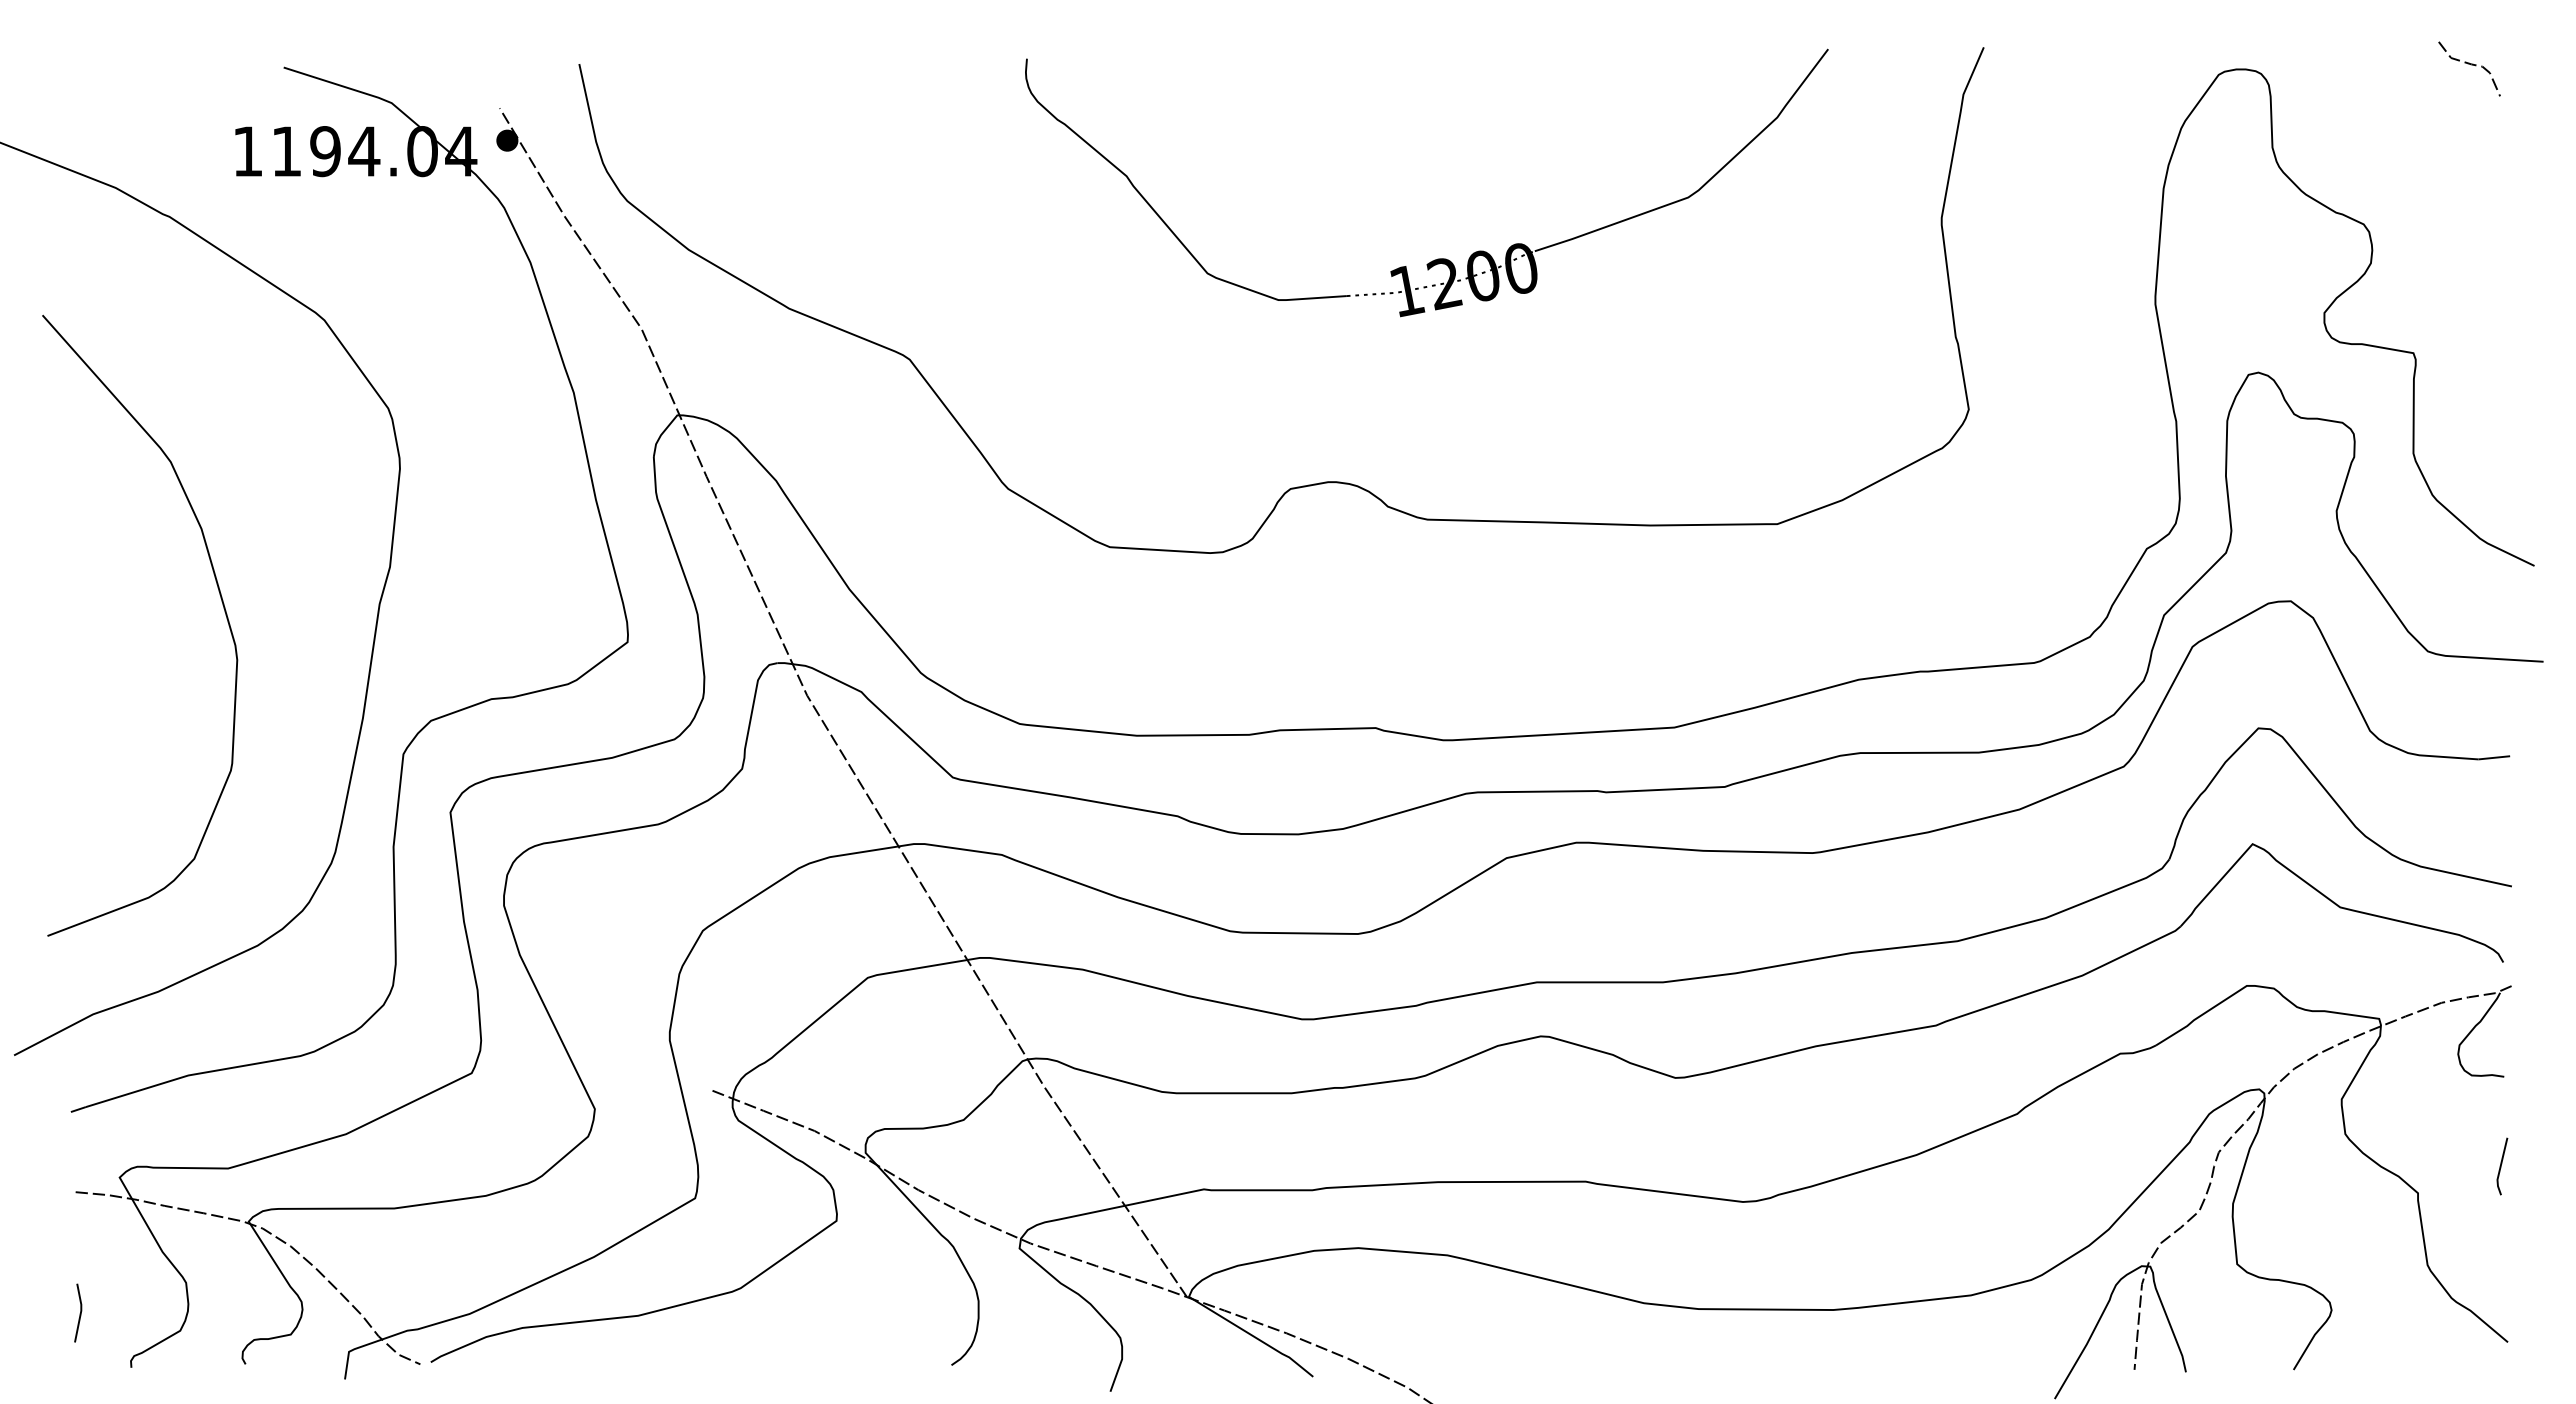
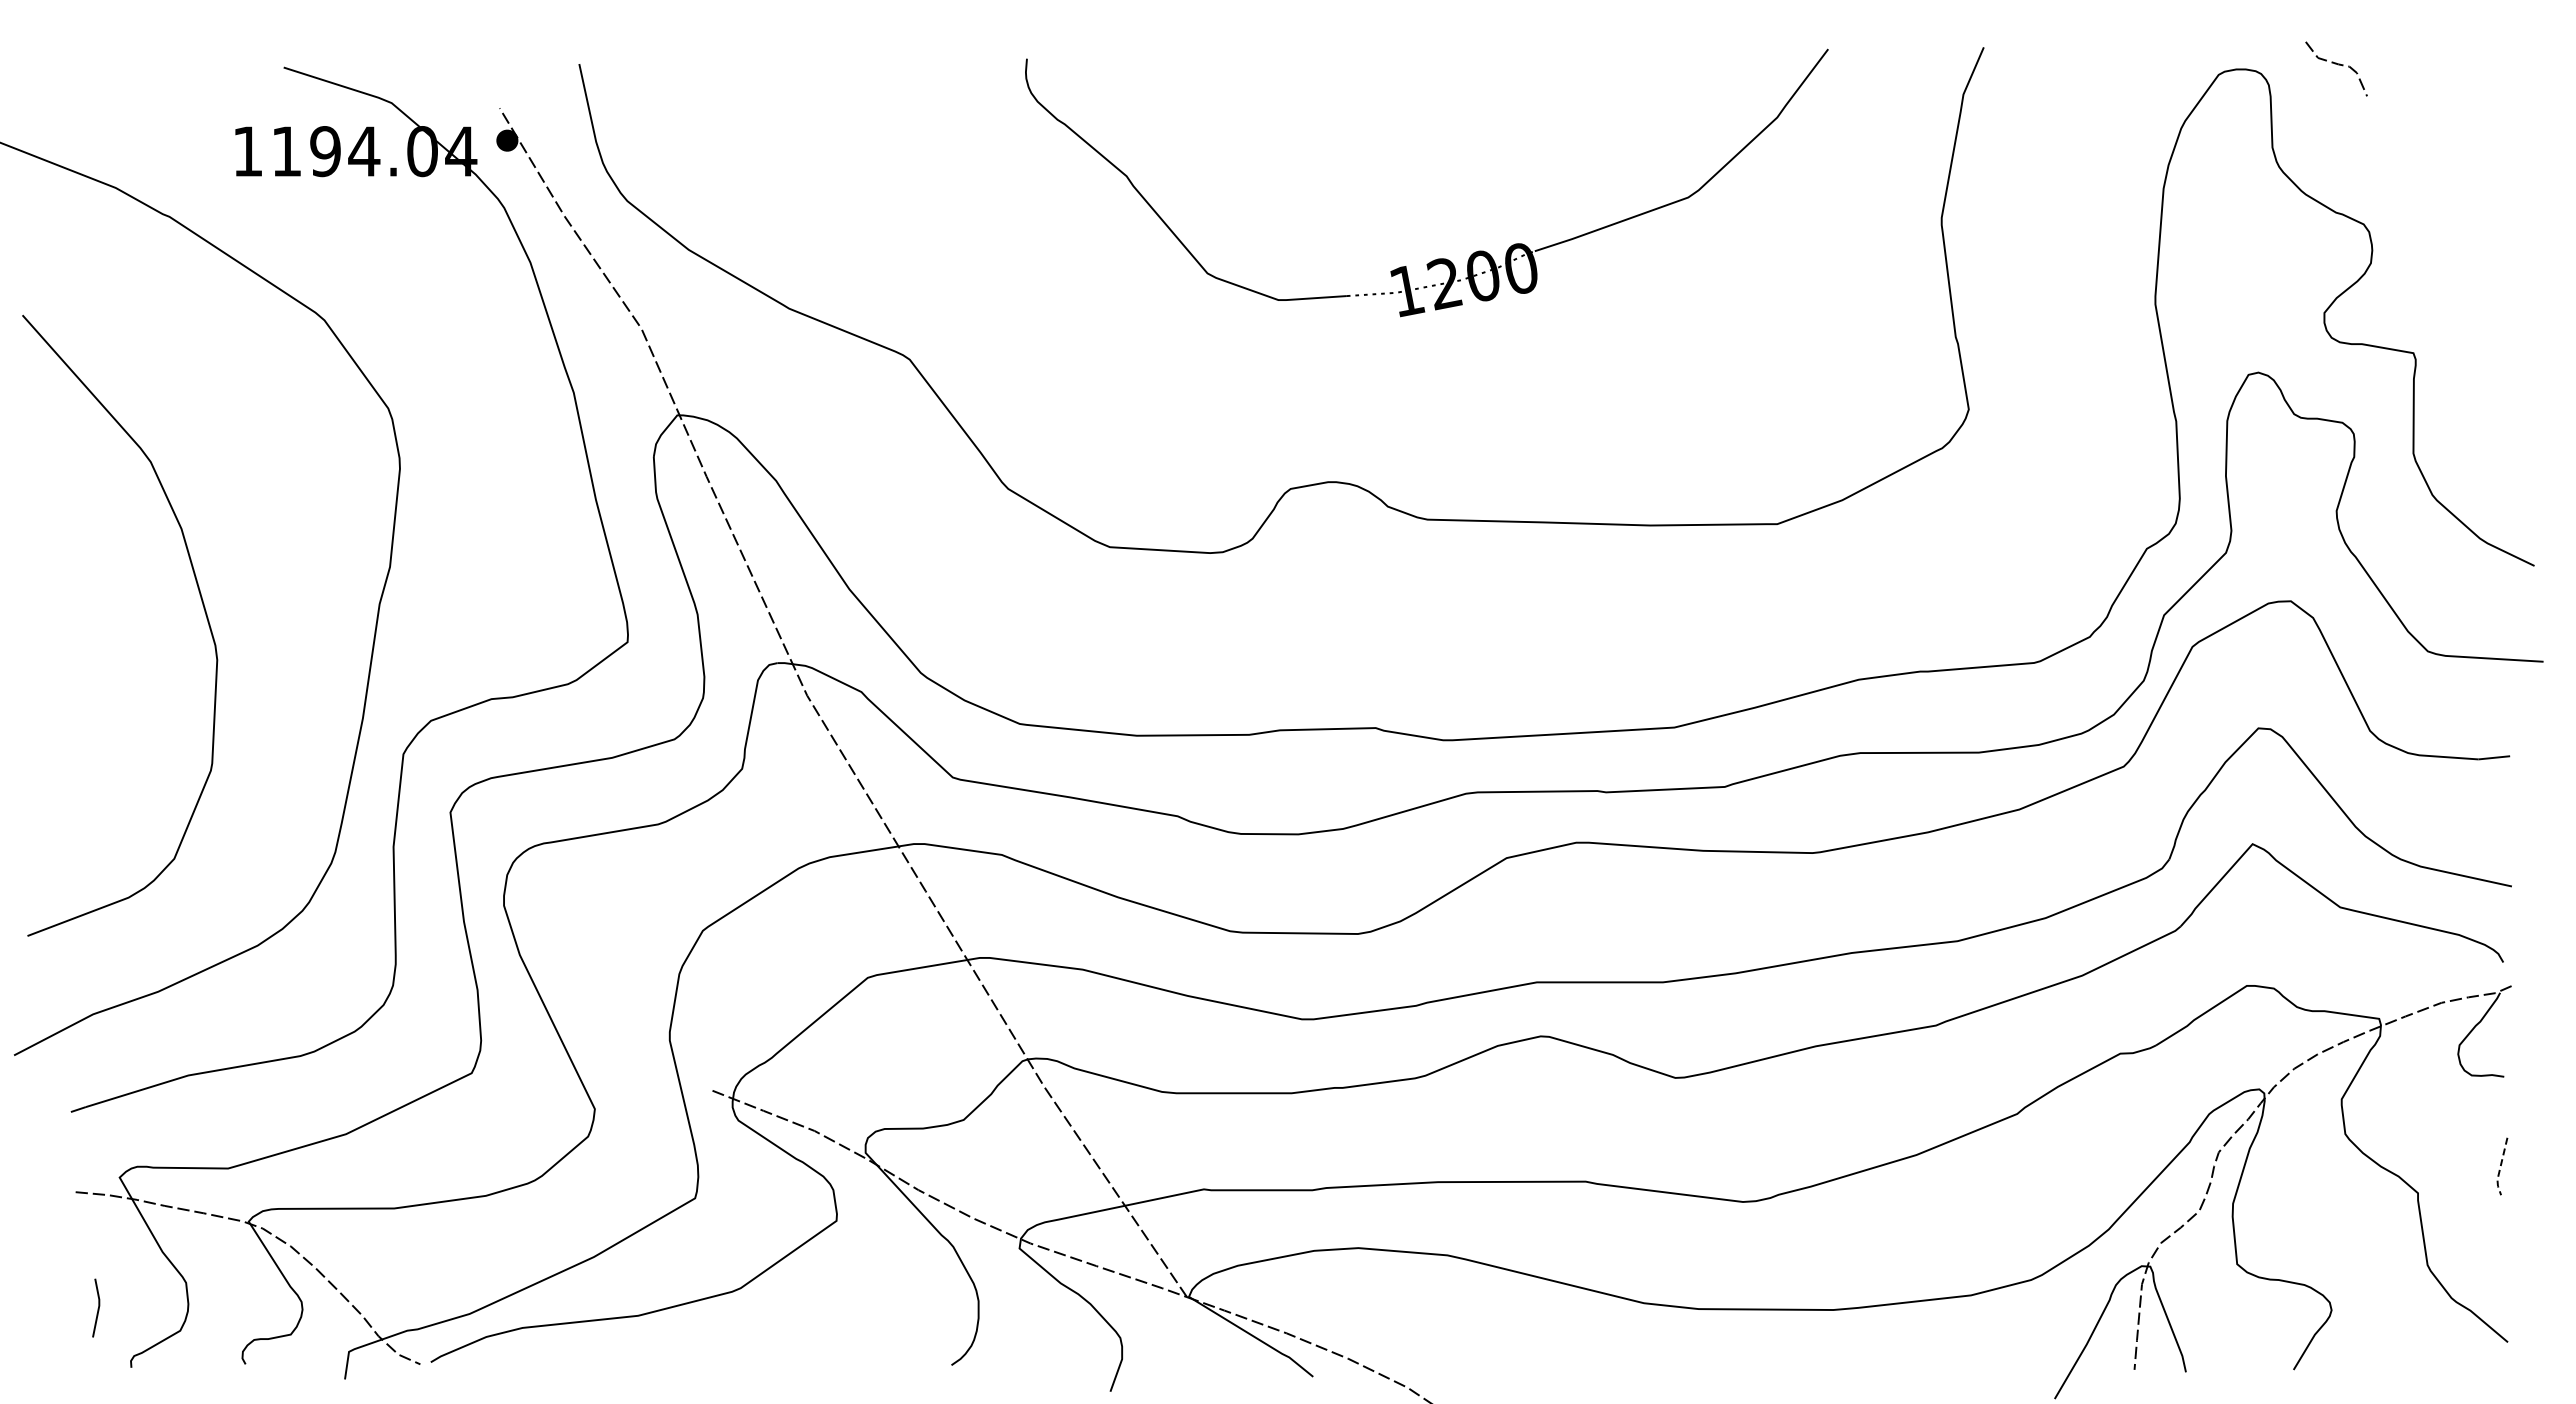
curve at (2471, 65) position: (2471, 65) -> (2338, 65)
curve at (222, 605) position: (222, 605) -> (202, 605)
line at (2500, 1168): solid -> dashed
line at (79, 1313) position: (79, 1313) -> (97, 1308)
